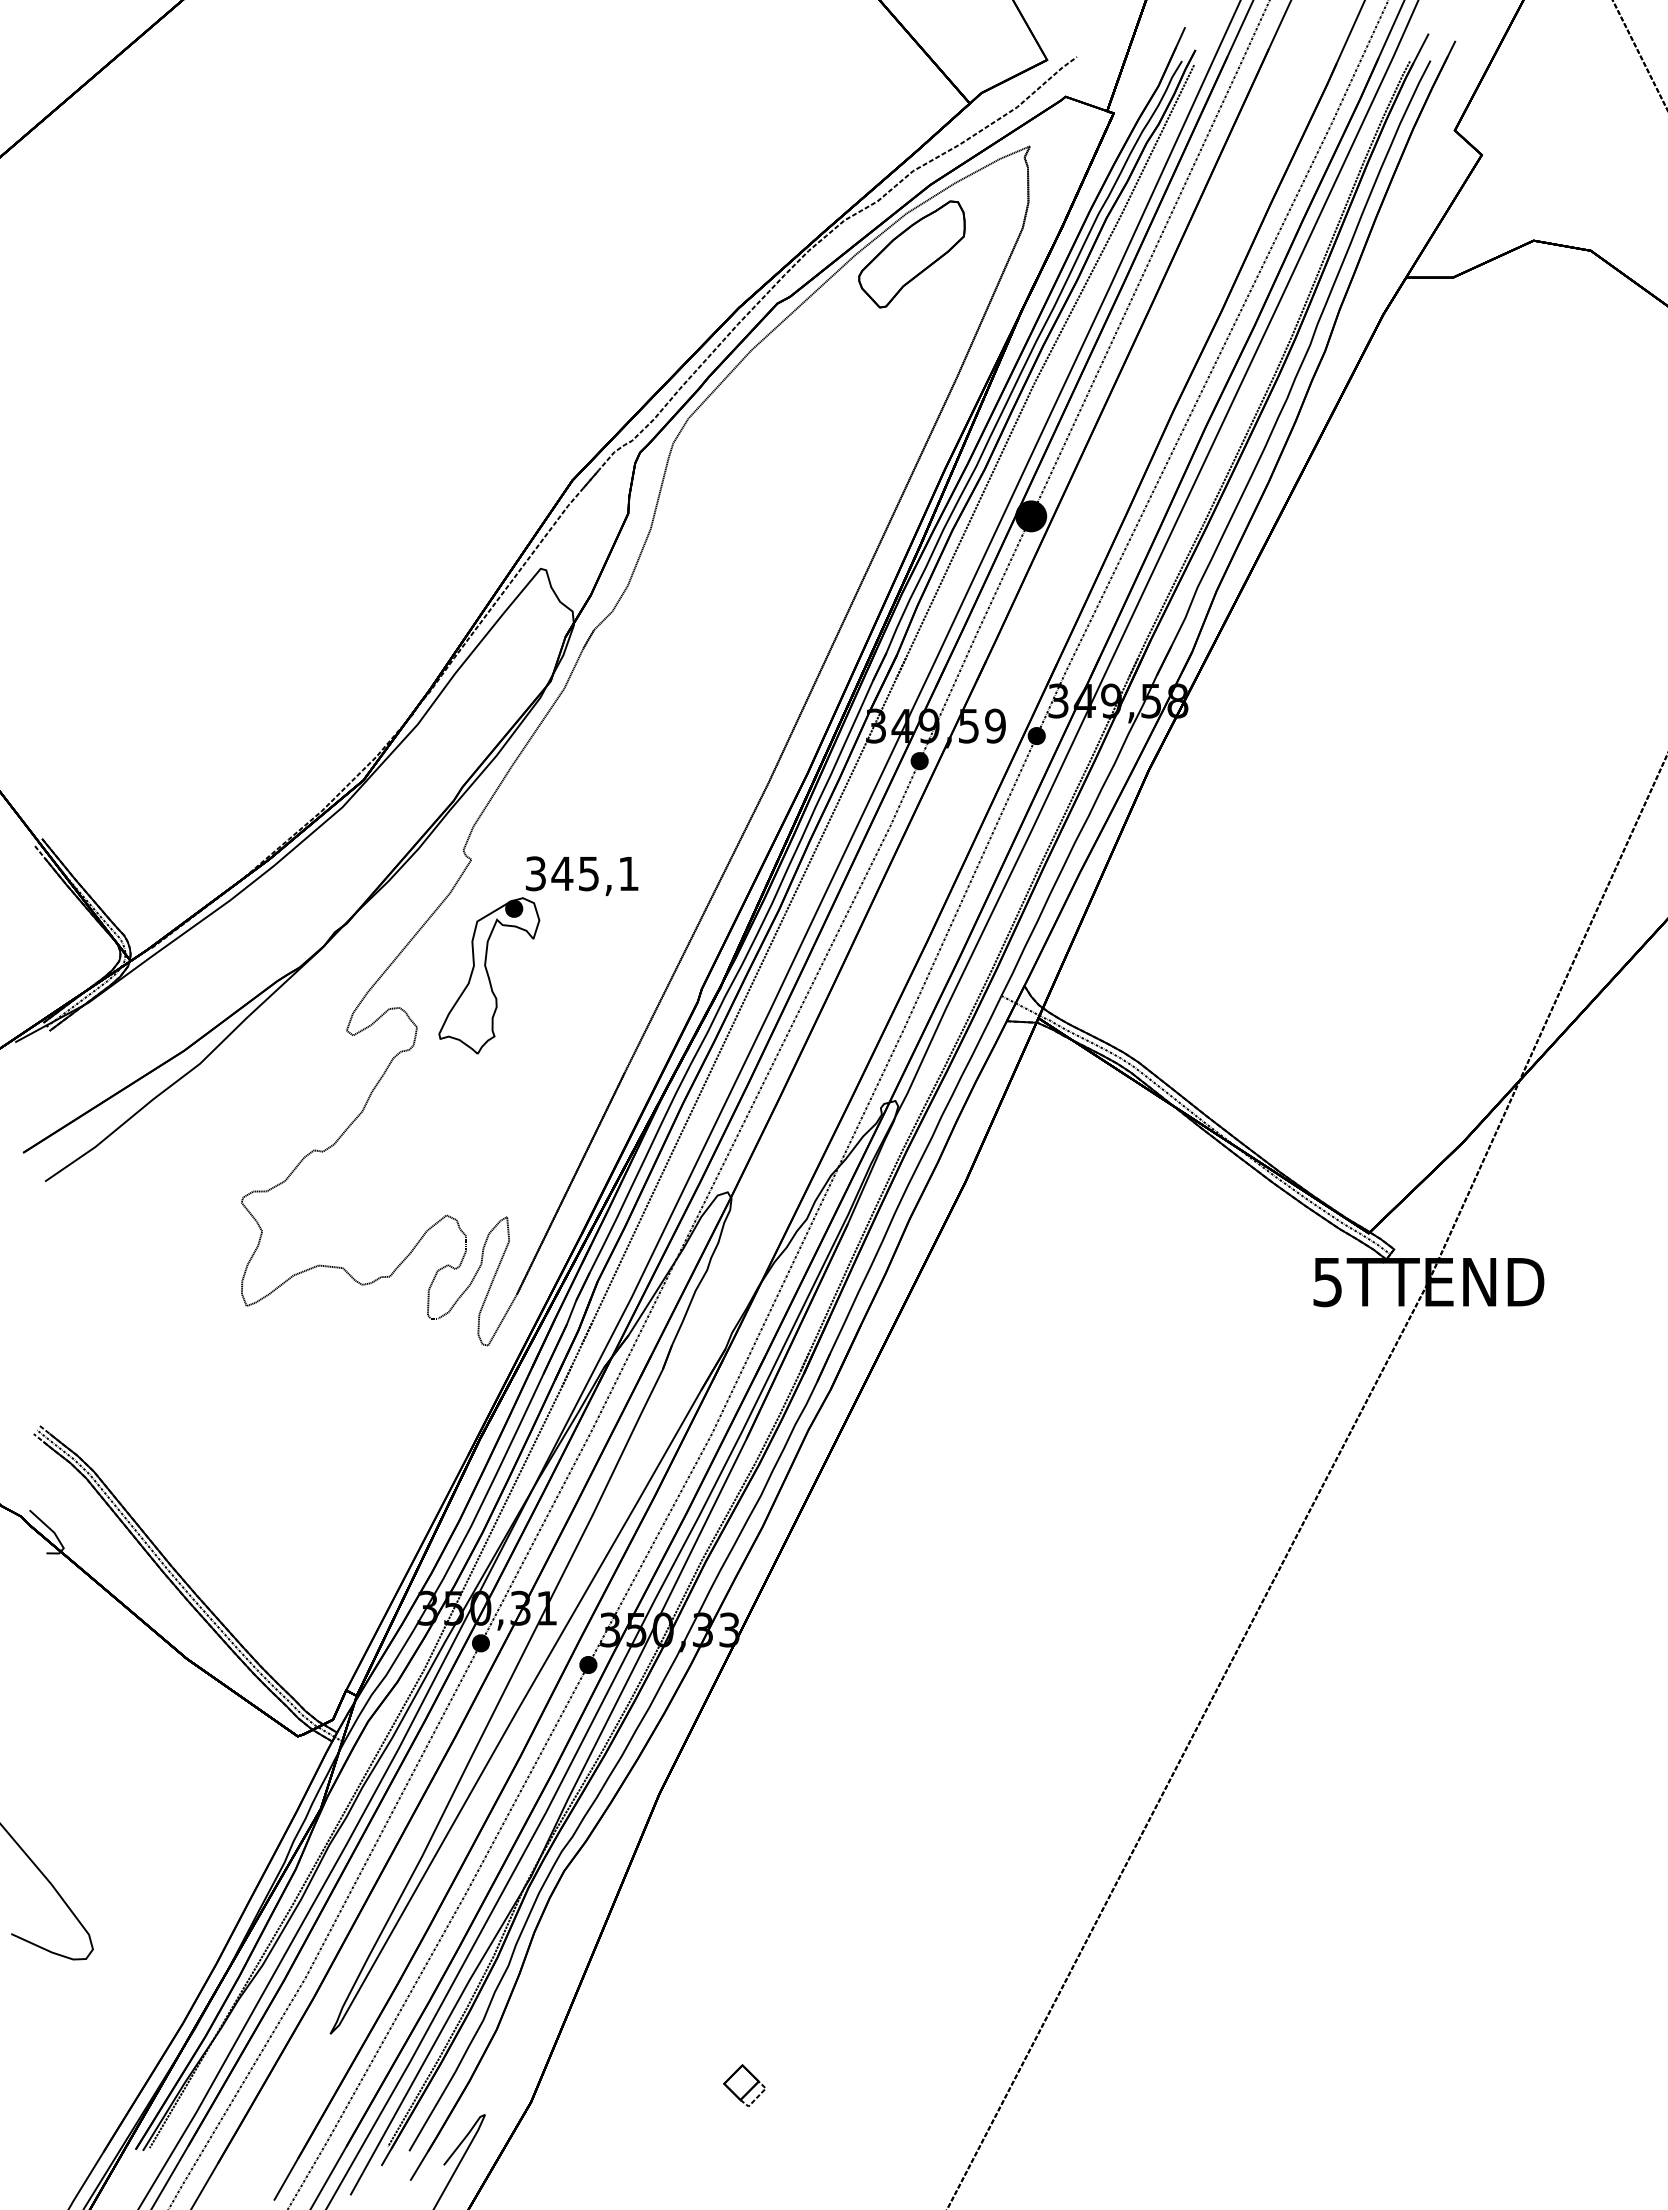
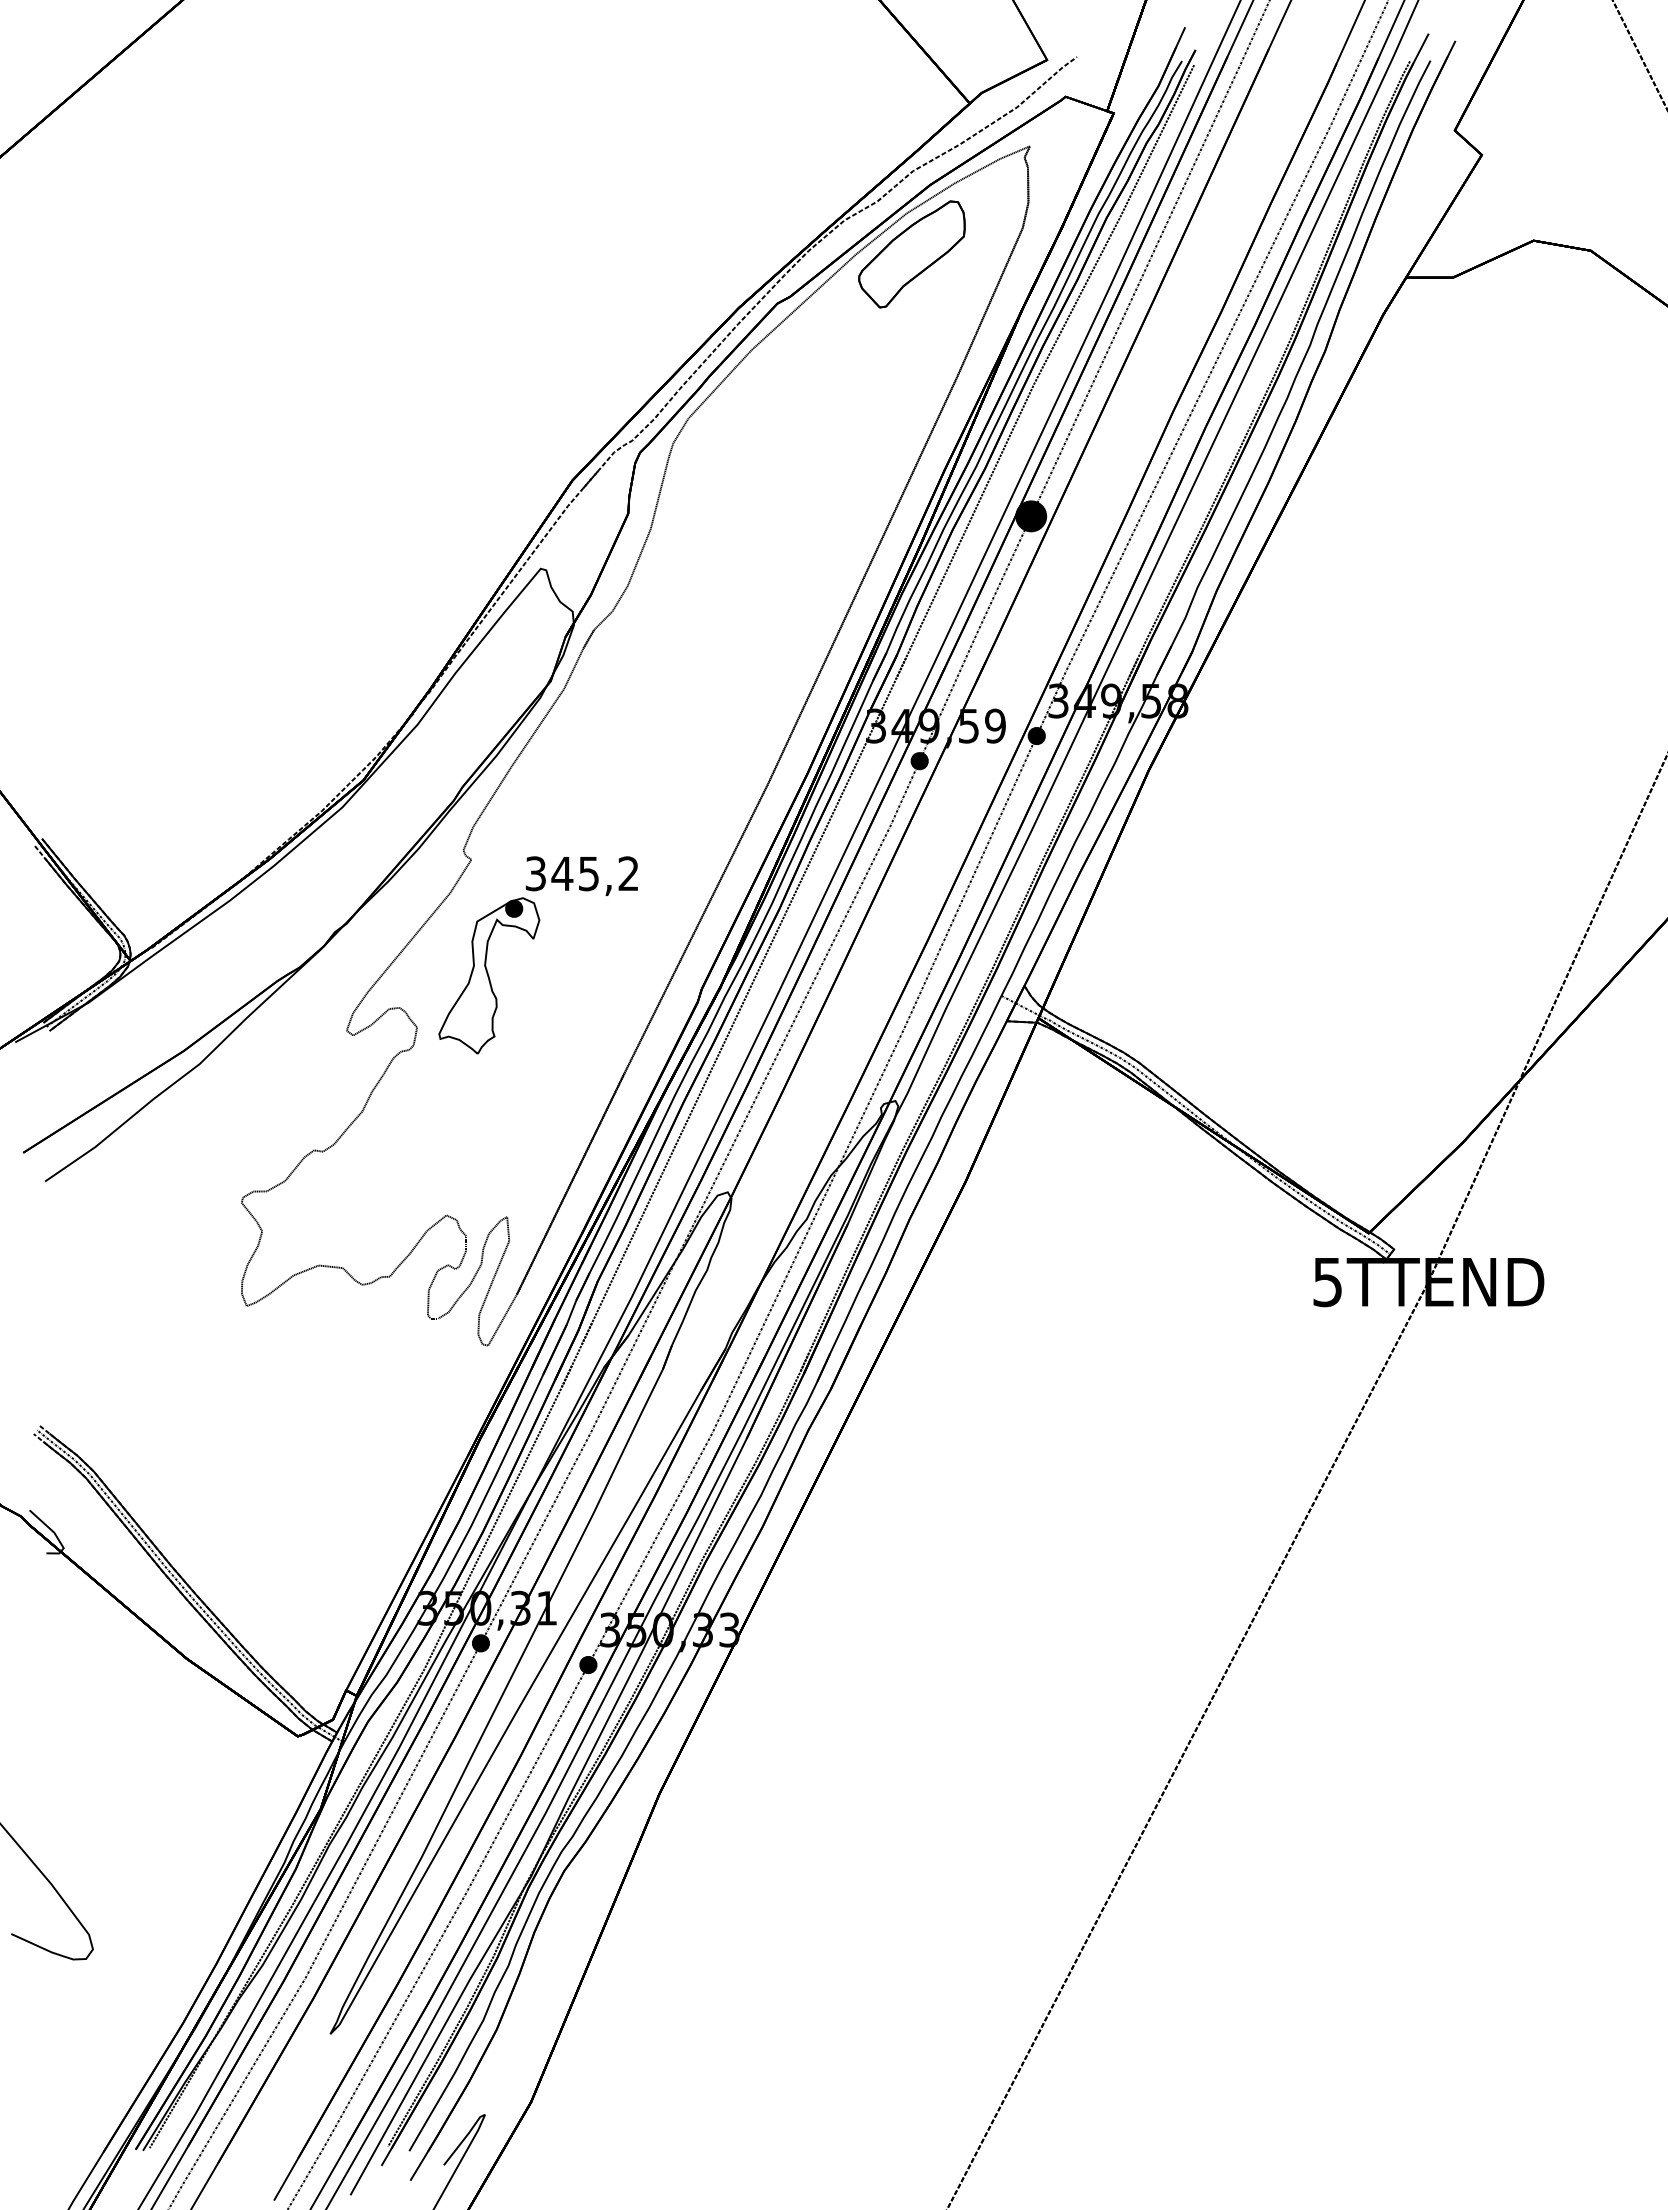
text at (628, 873): 345,1 -> 345,2
part at (744, 2085): present -> none
